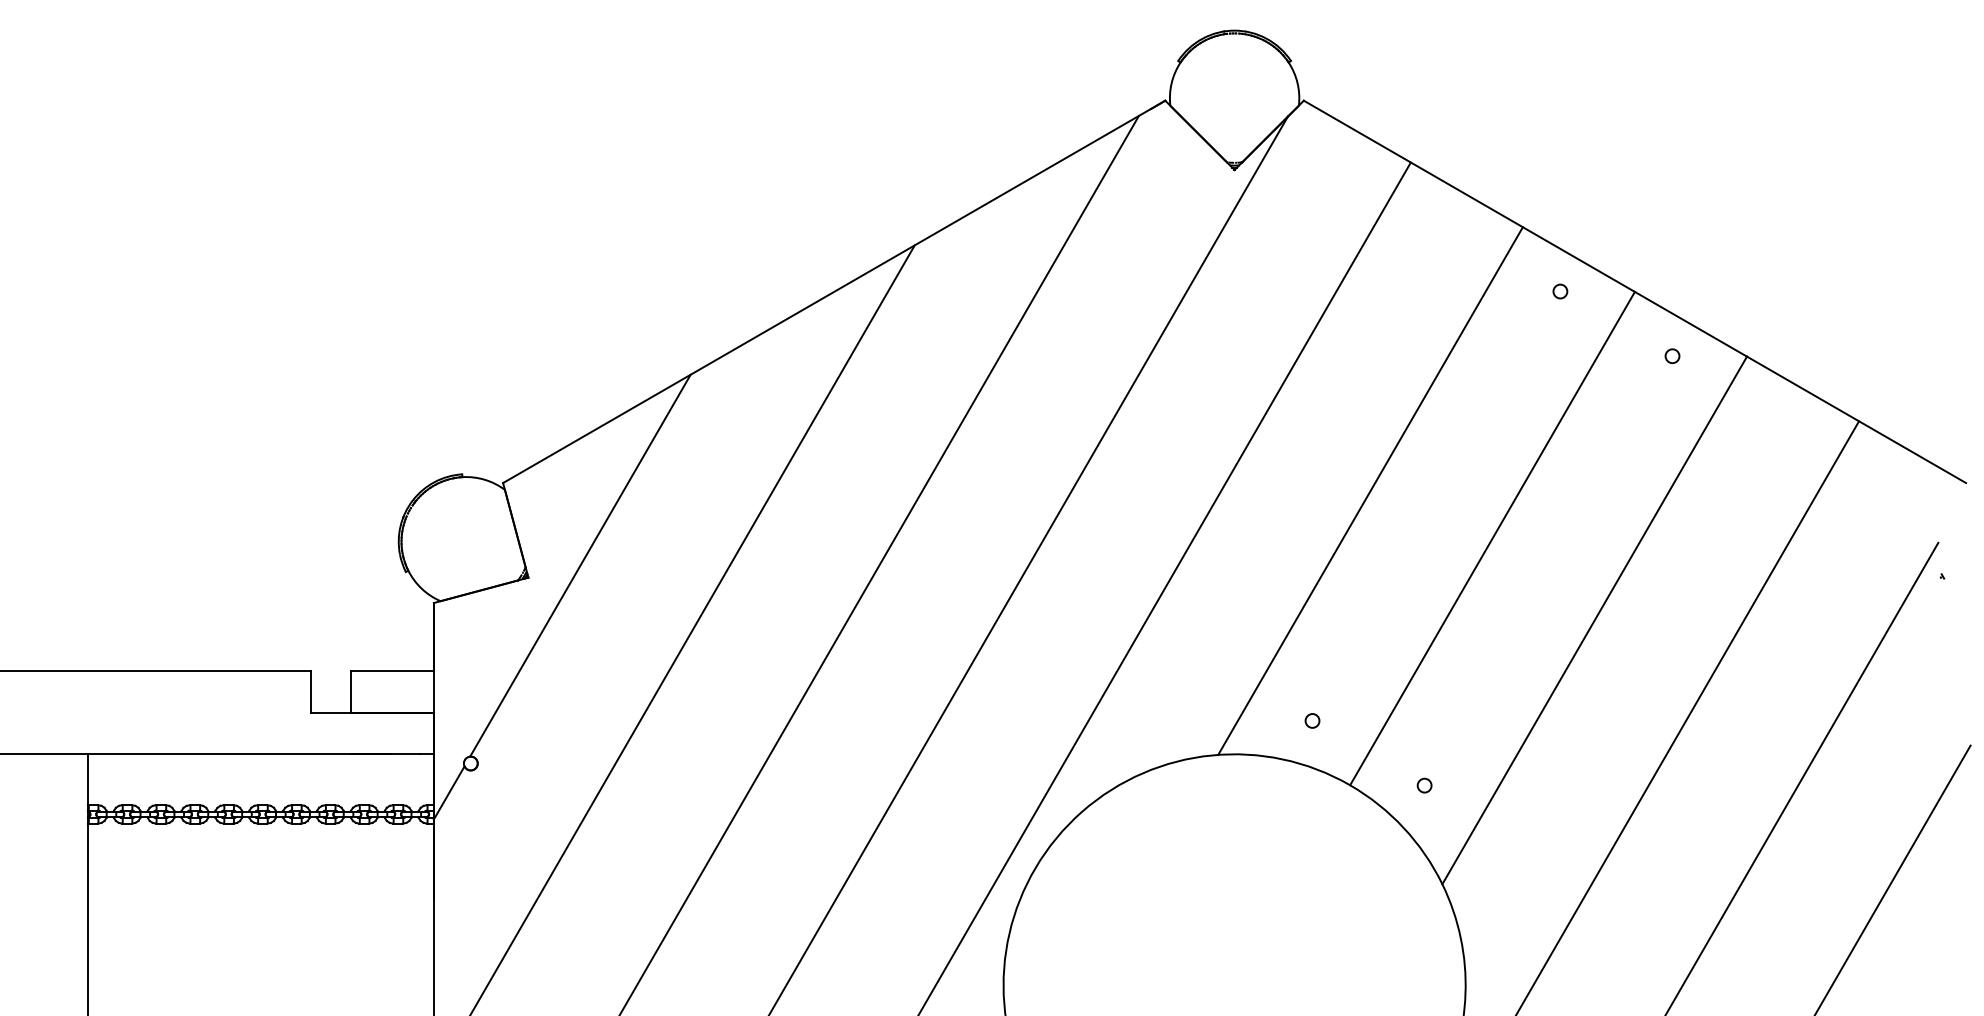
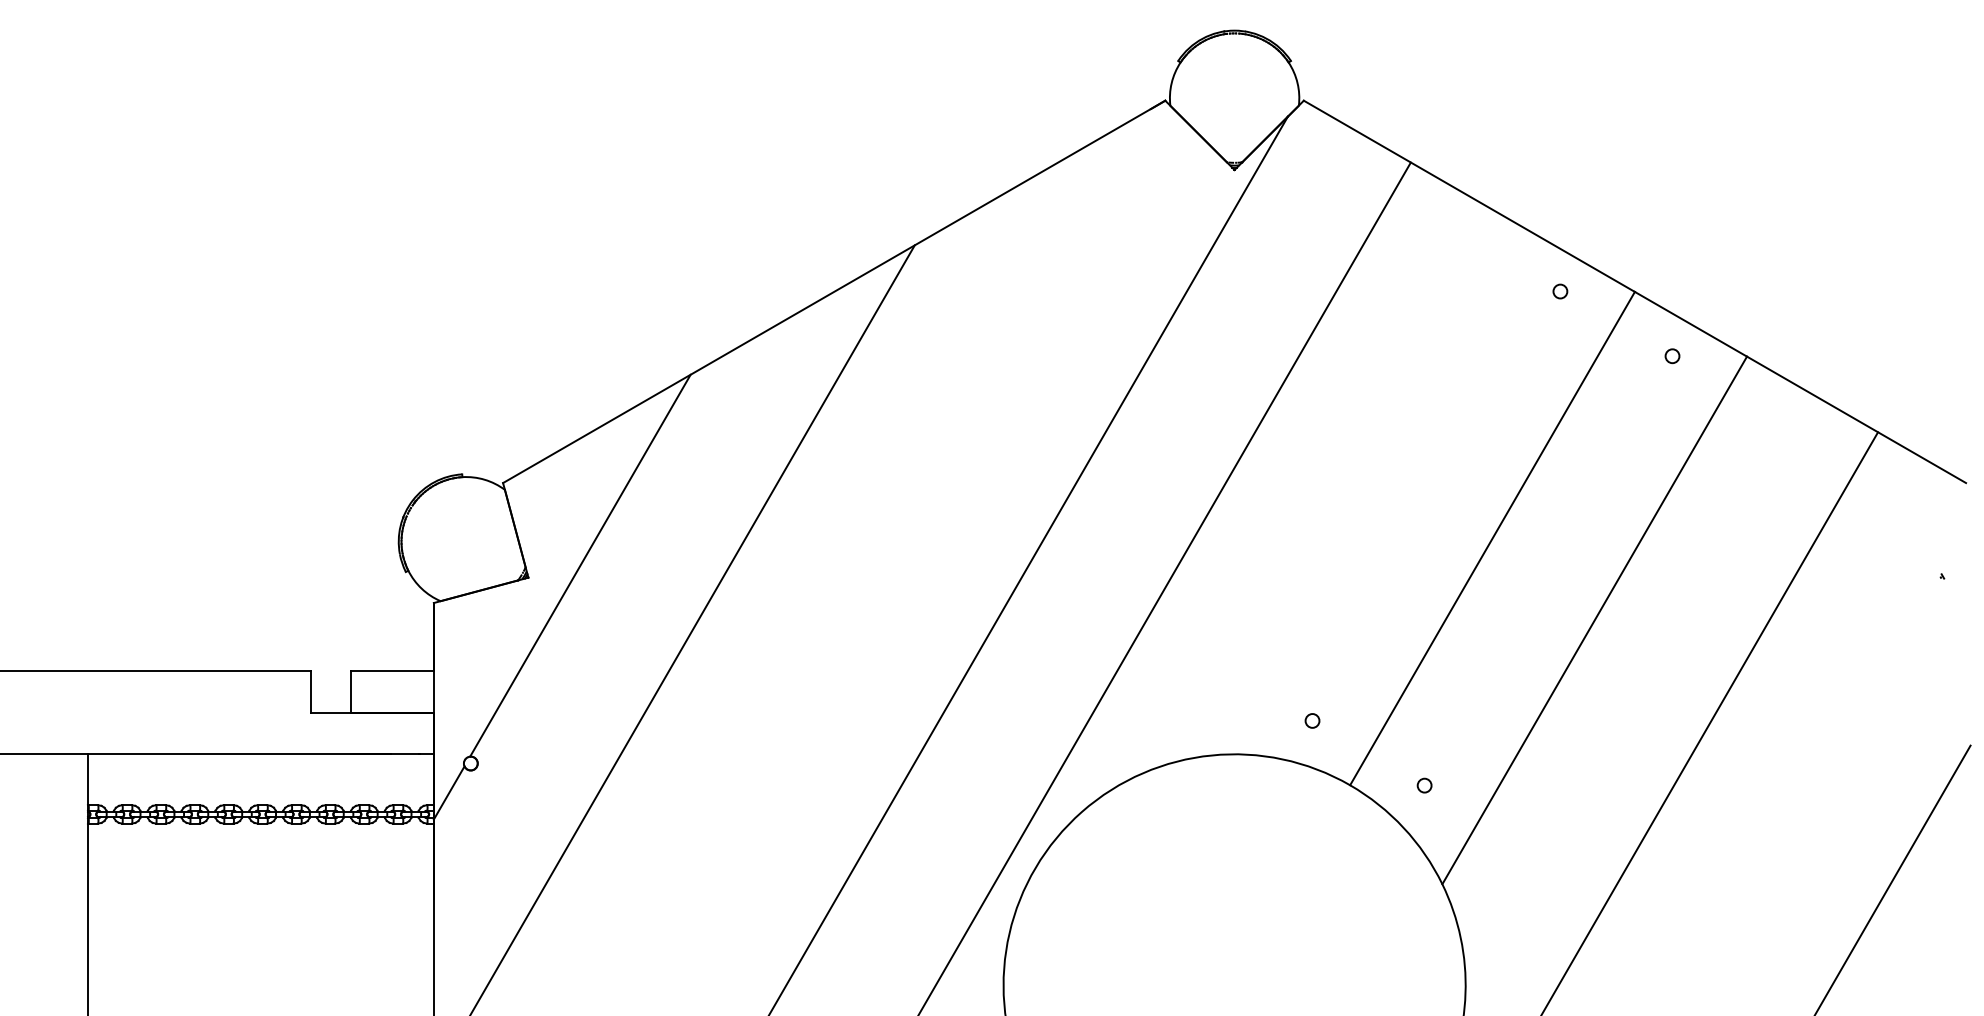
line at (1370, 490): present -> none
line at (879, 564): present -> none
line at (1688, 716) position: (1688, 716) -> (1710, 722)
line at (1802, 777): present -> none
